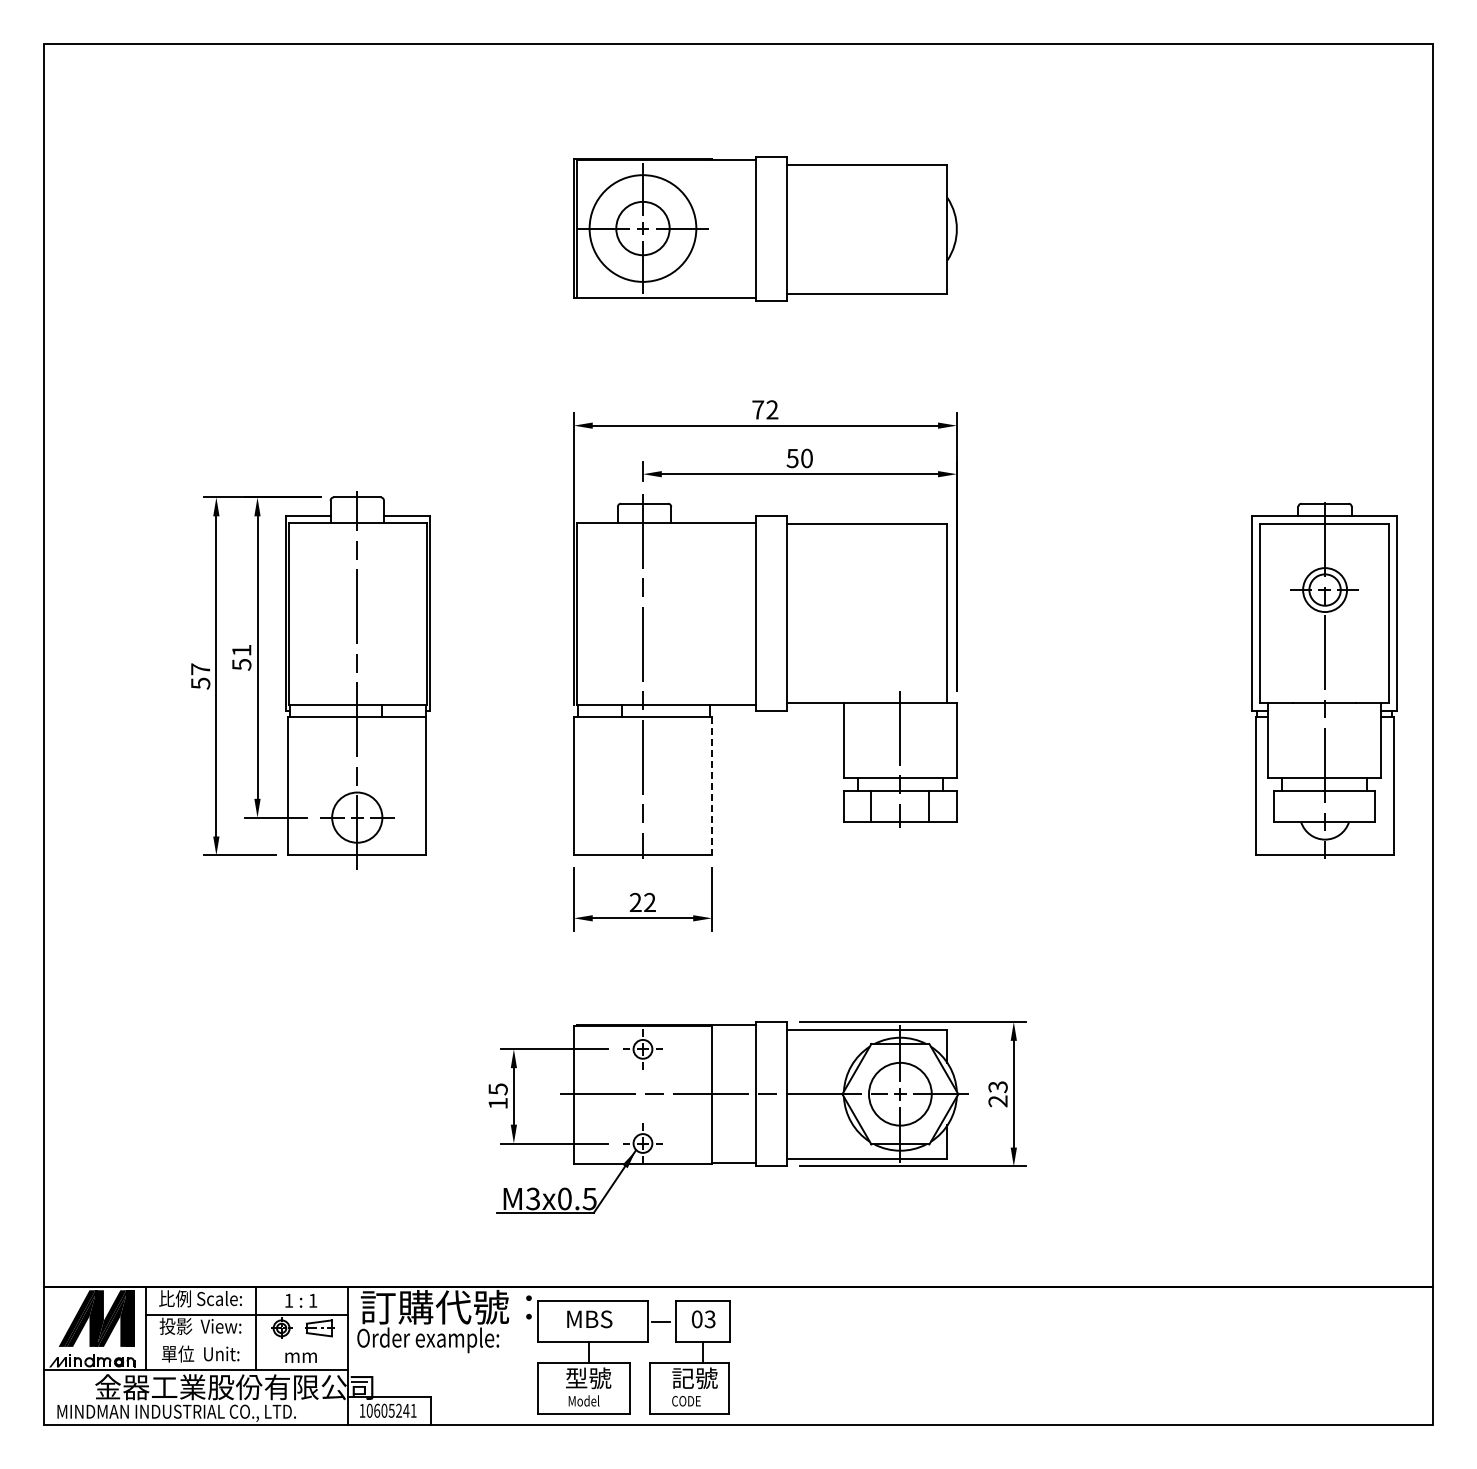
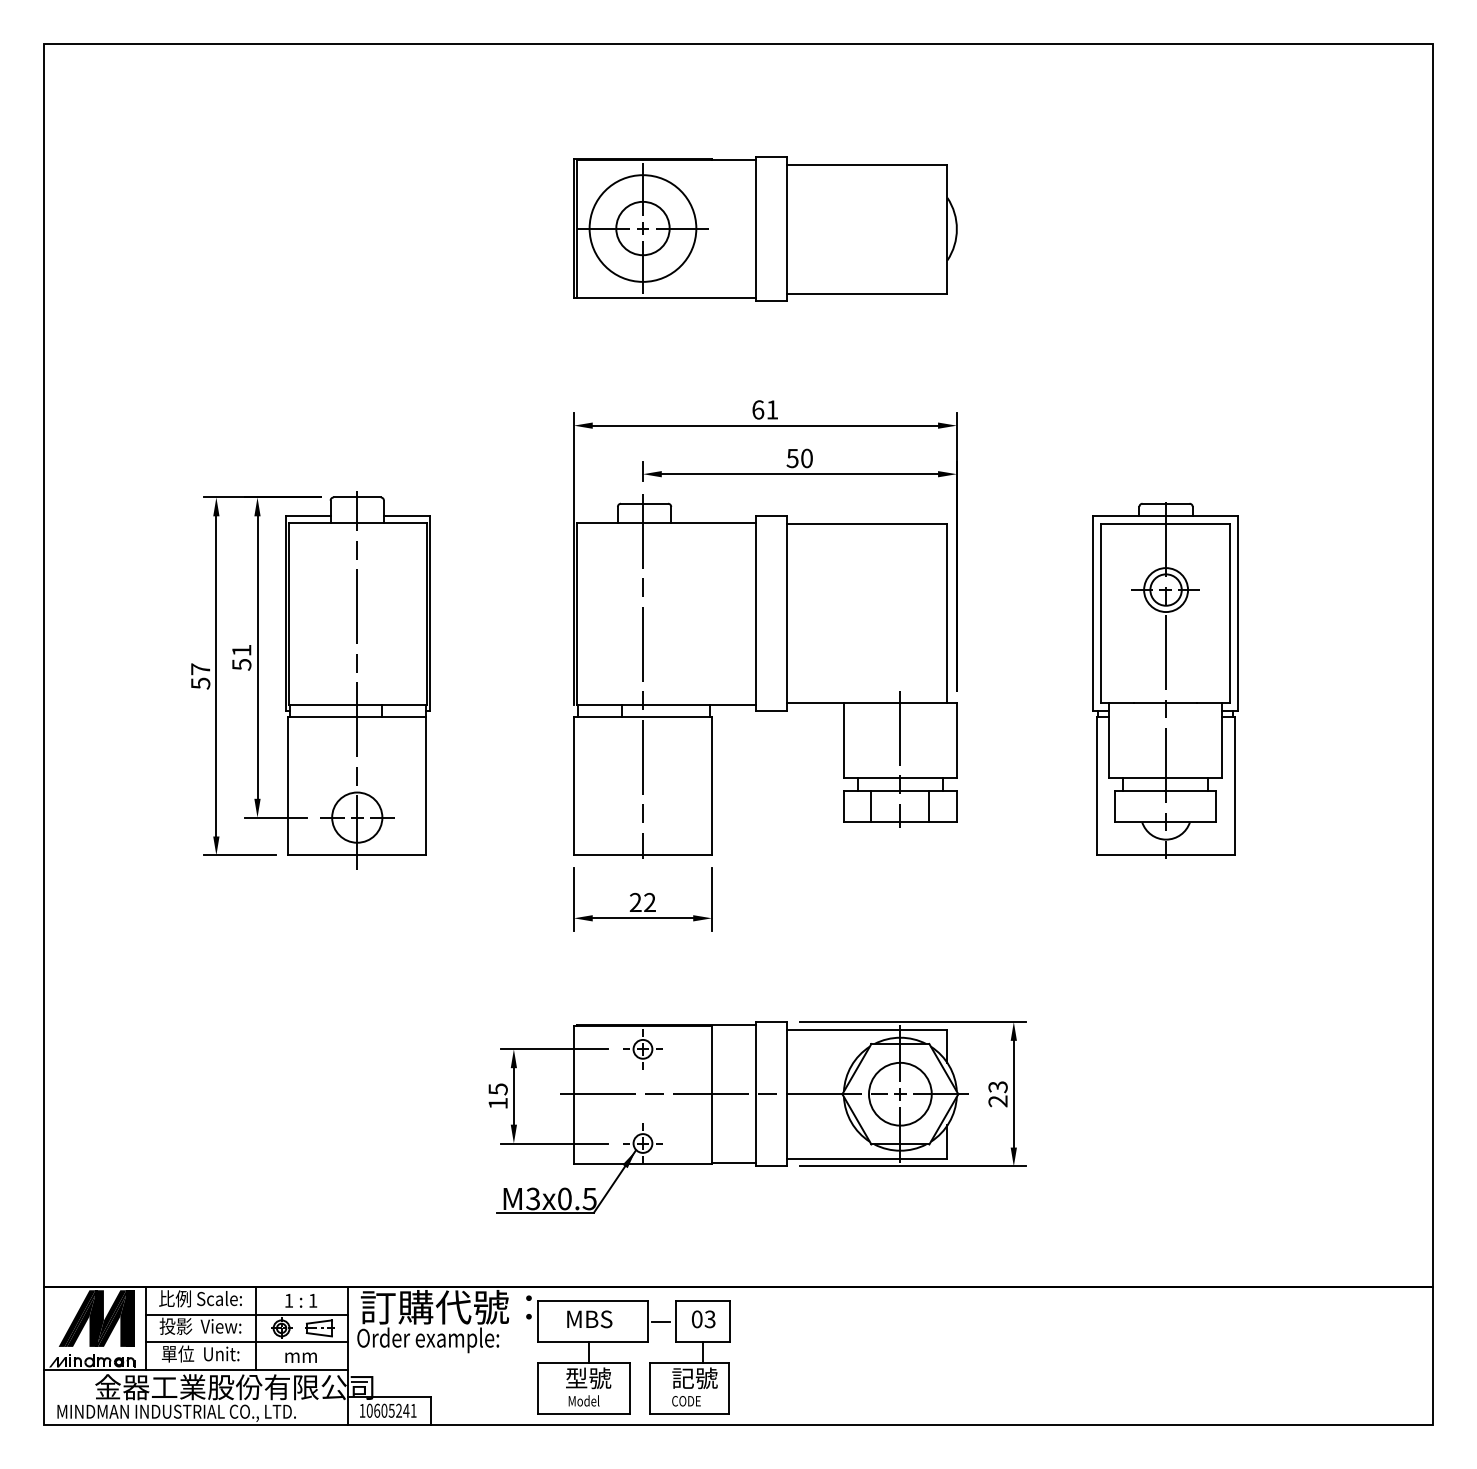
text at (765, 409): 72 -> 61
part at (1324, 680) position: (1324, 680) -> (1165, 680)
line at (712, 786): dashed -> solid
line at (246, 1342): none -> present
